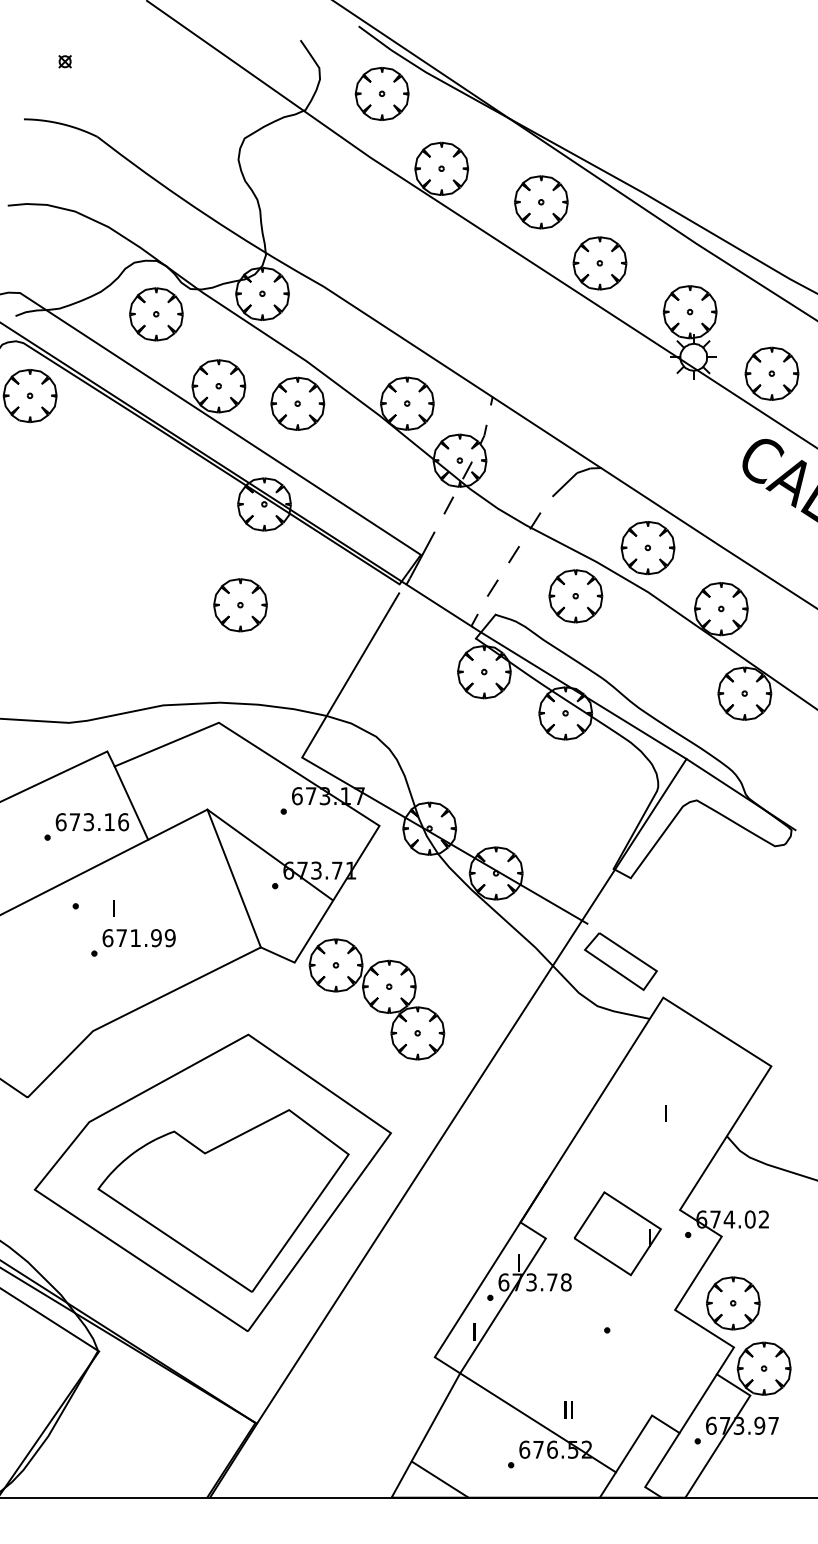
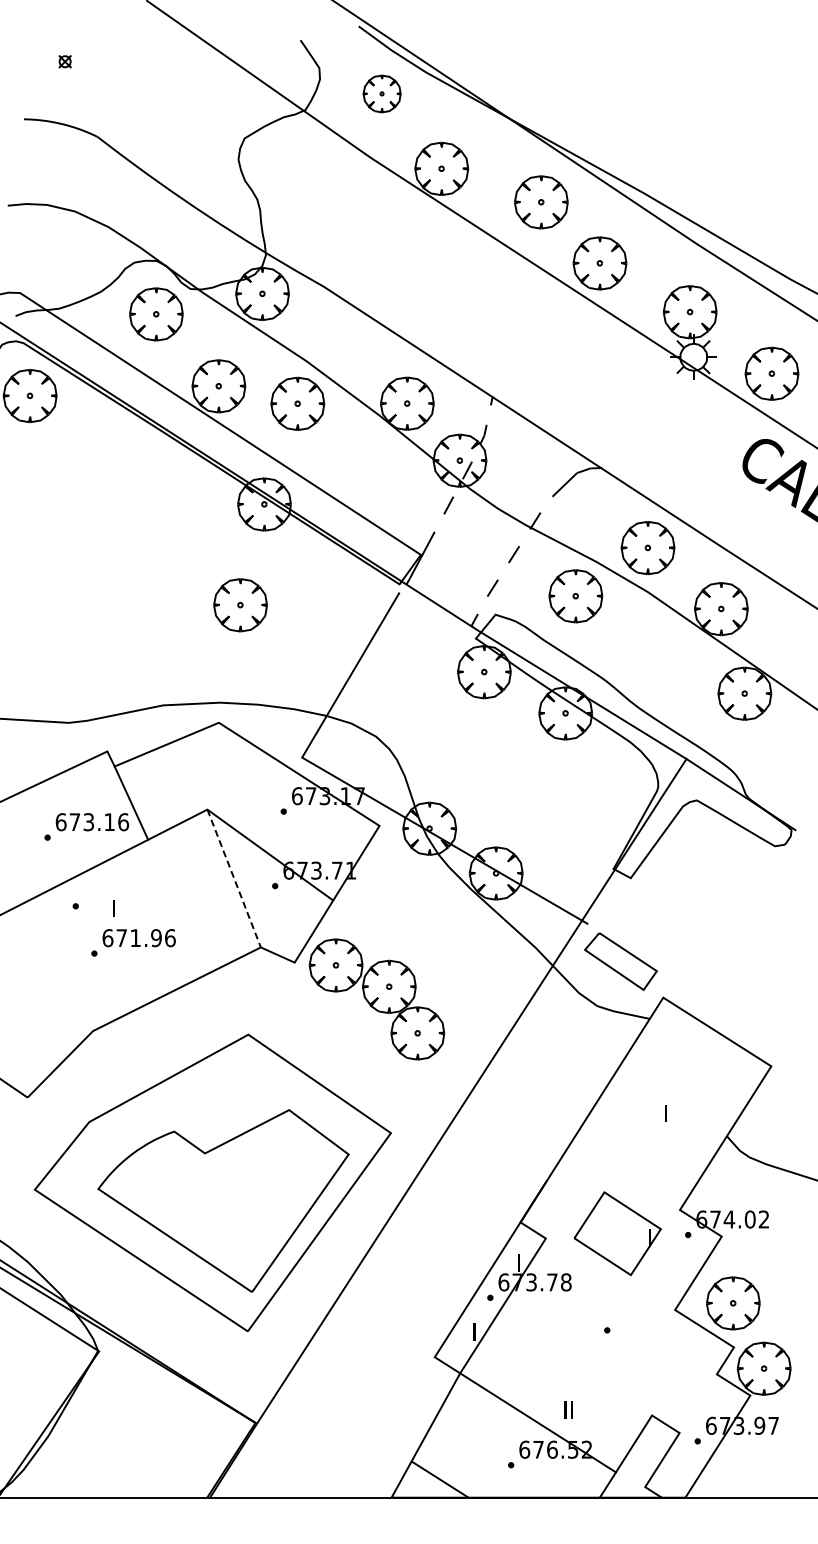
part at (381, 93) size: 56x54 px -> 40x40 px
line at (234, 878): solid -> dashed
text at (169, 938): 671.99 -> 671.96
line at (697, 1403): present -> none
